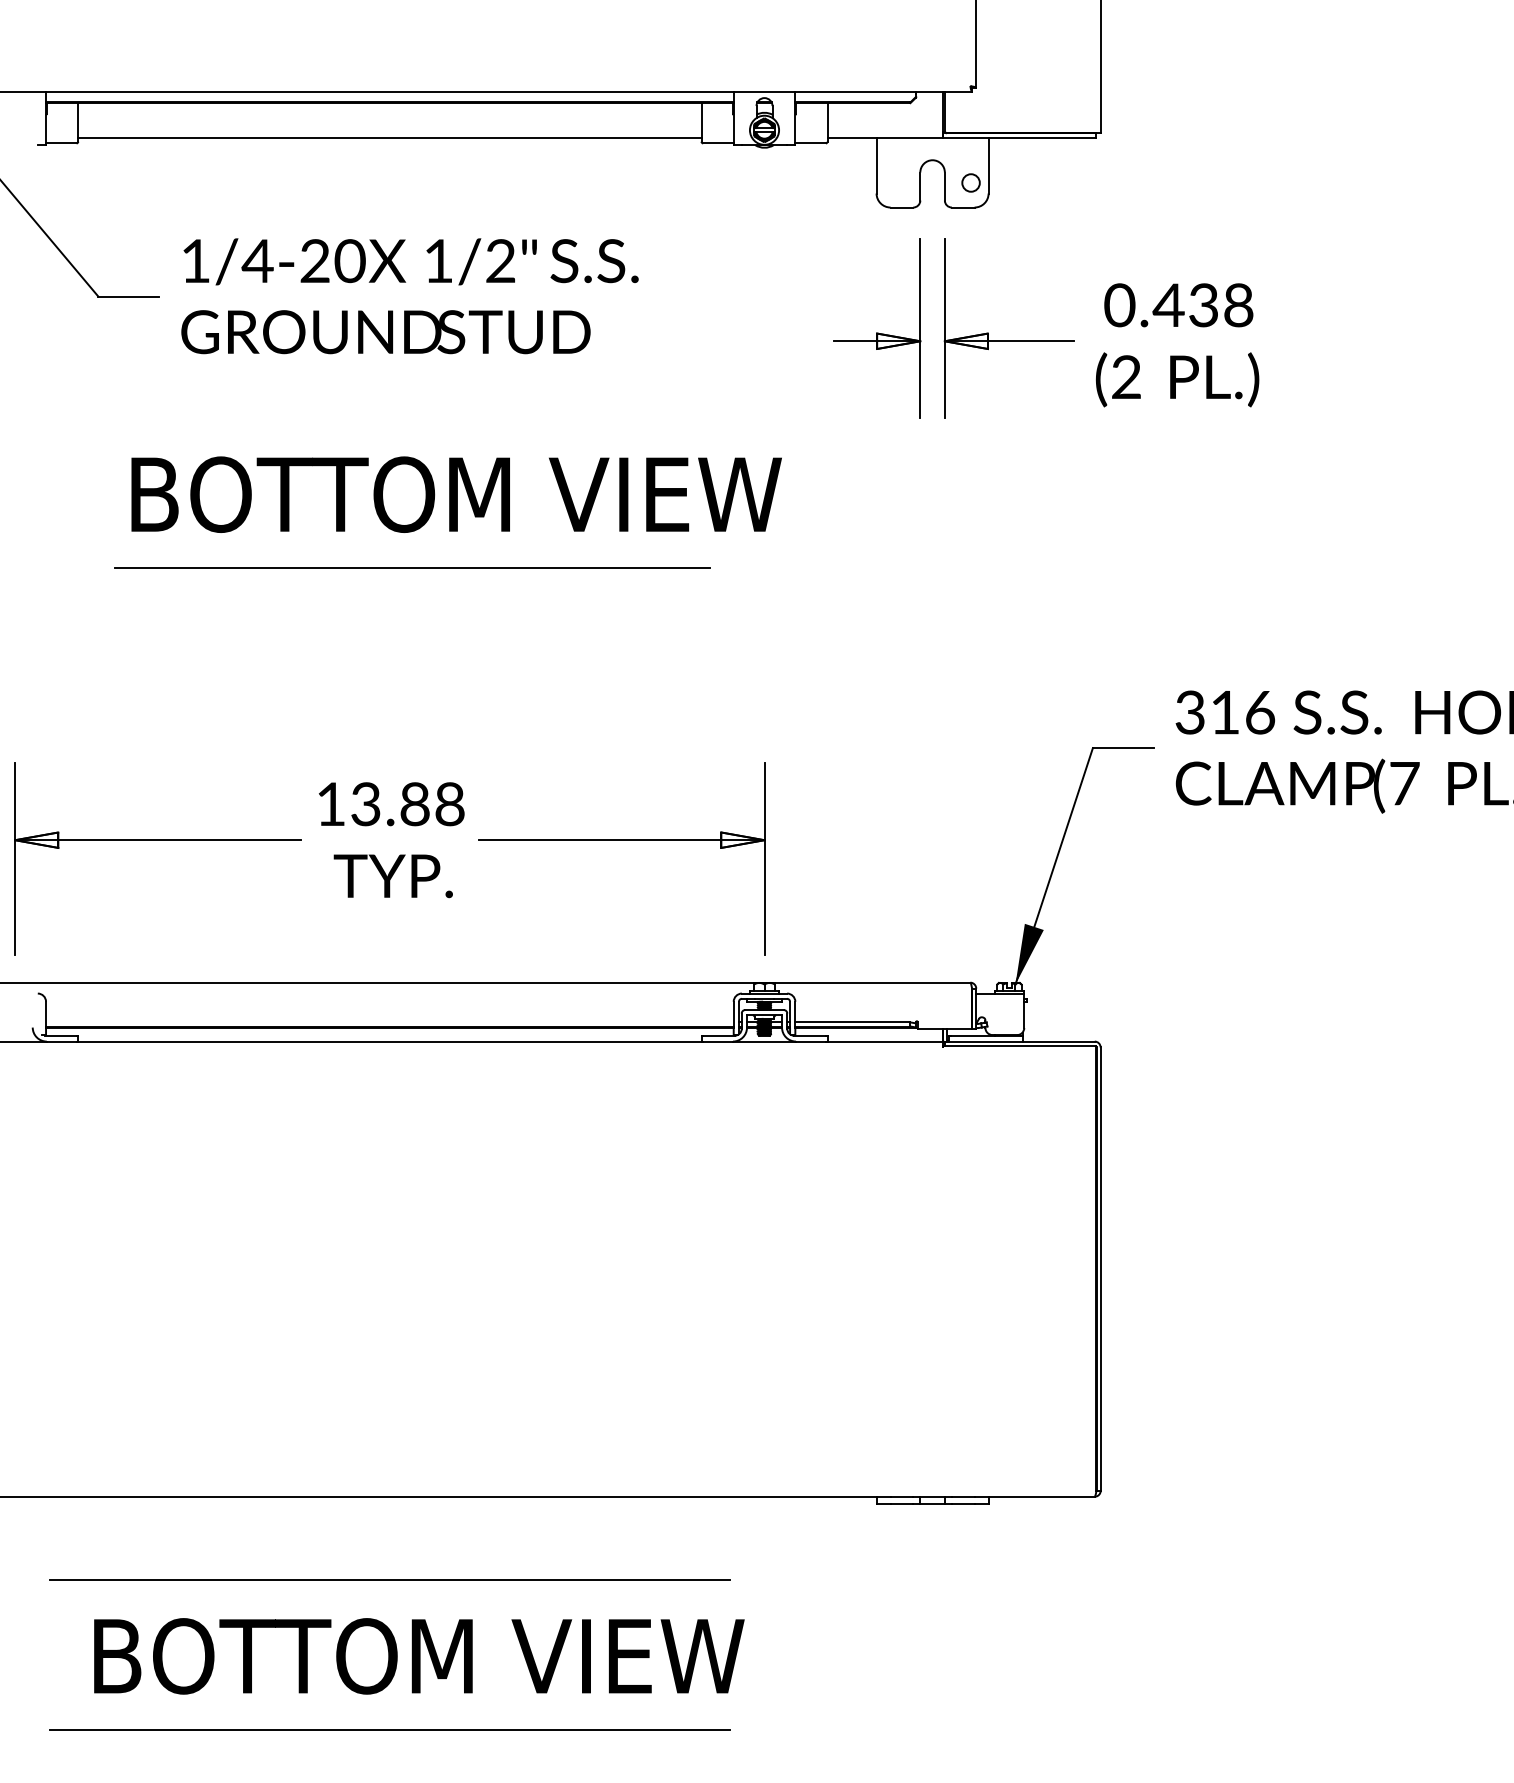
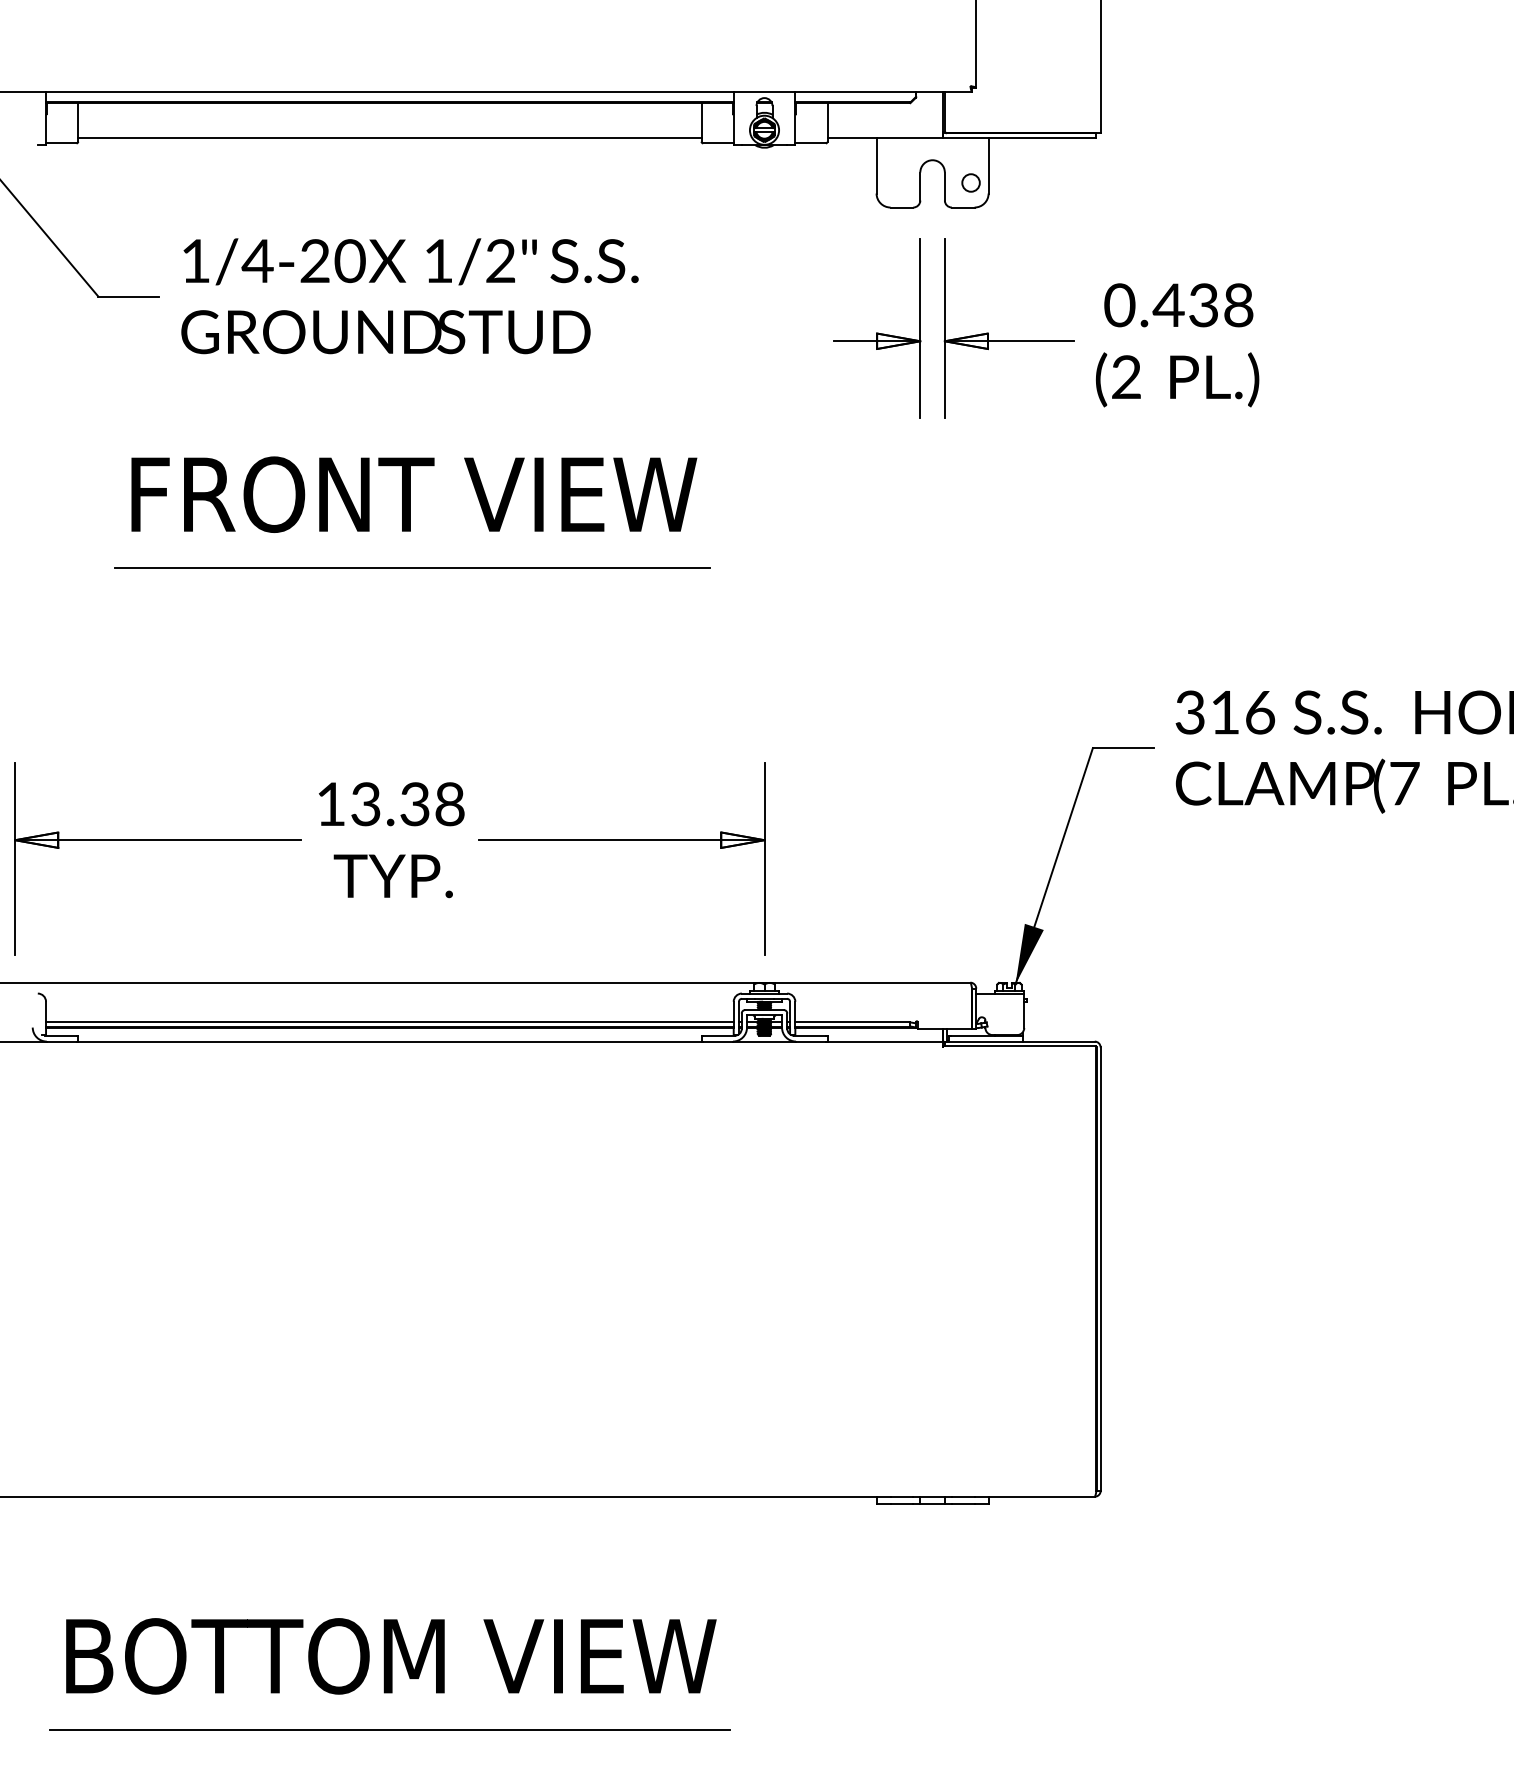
text at (460, 494): BOTTOM VIEW -> FRONT VIEW
text at (414, 803): 13.88 -> 13.38
line at (389, 1022): none -> present
line at (389, 1579): present -> none
text at (419, 1656) position: (419, 1656) -> (391, 1656)
